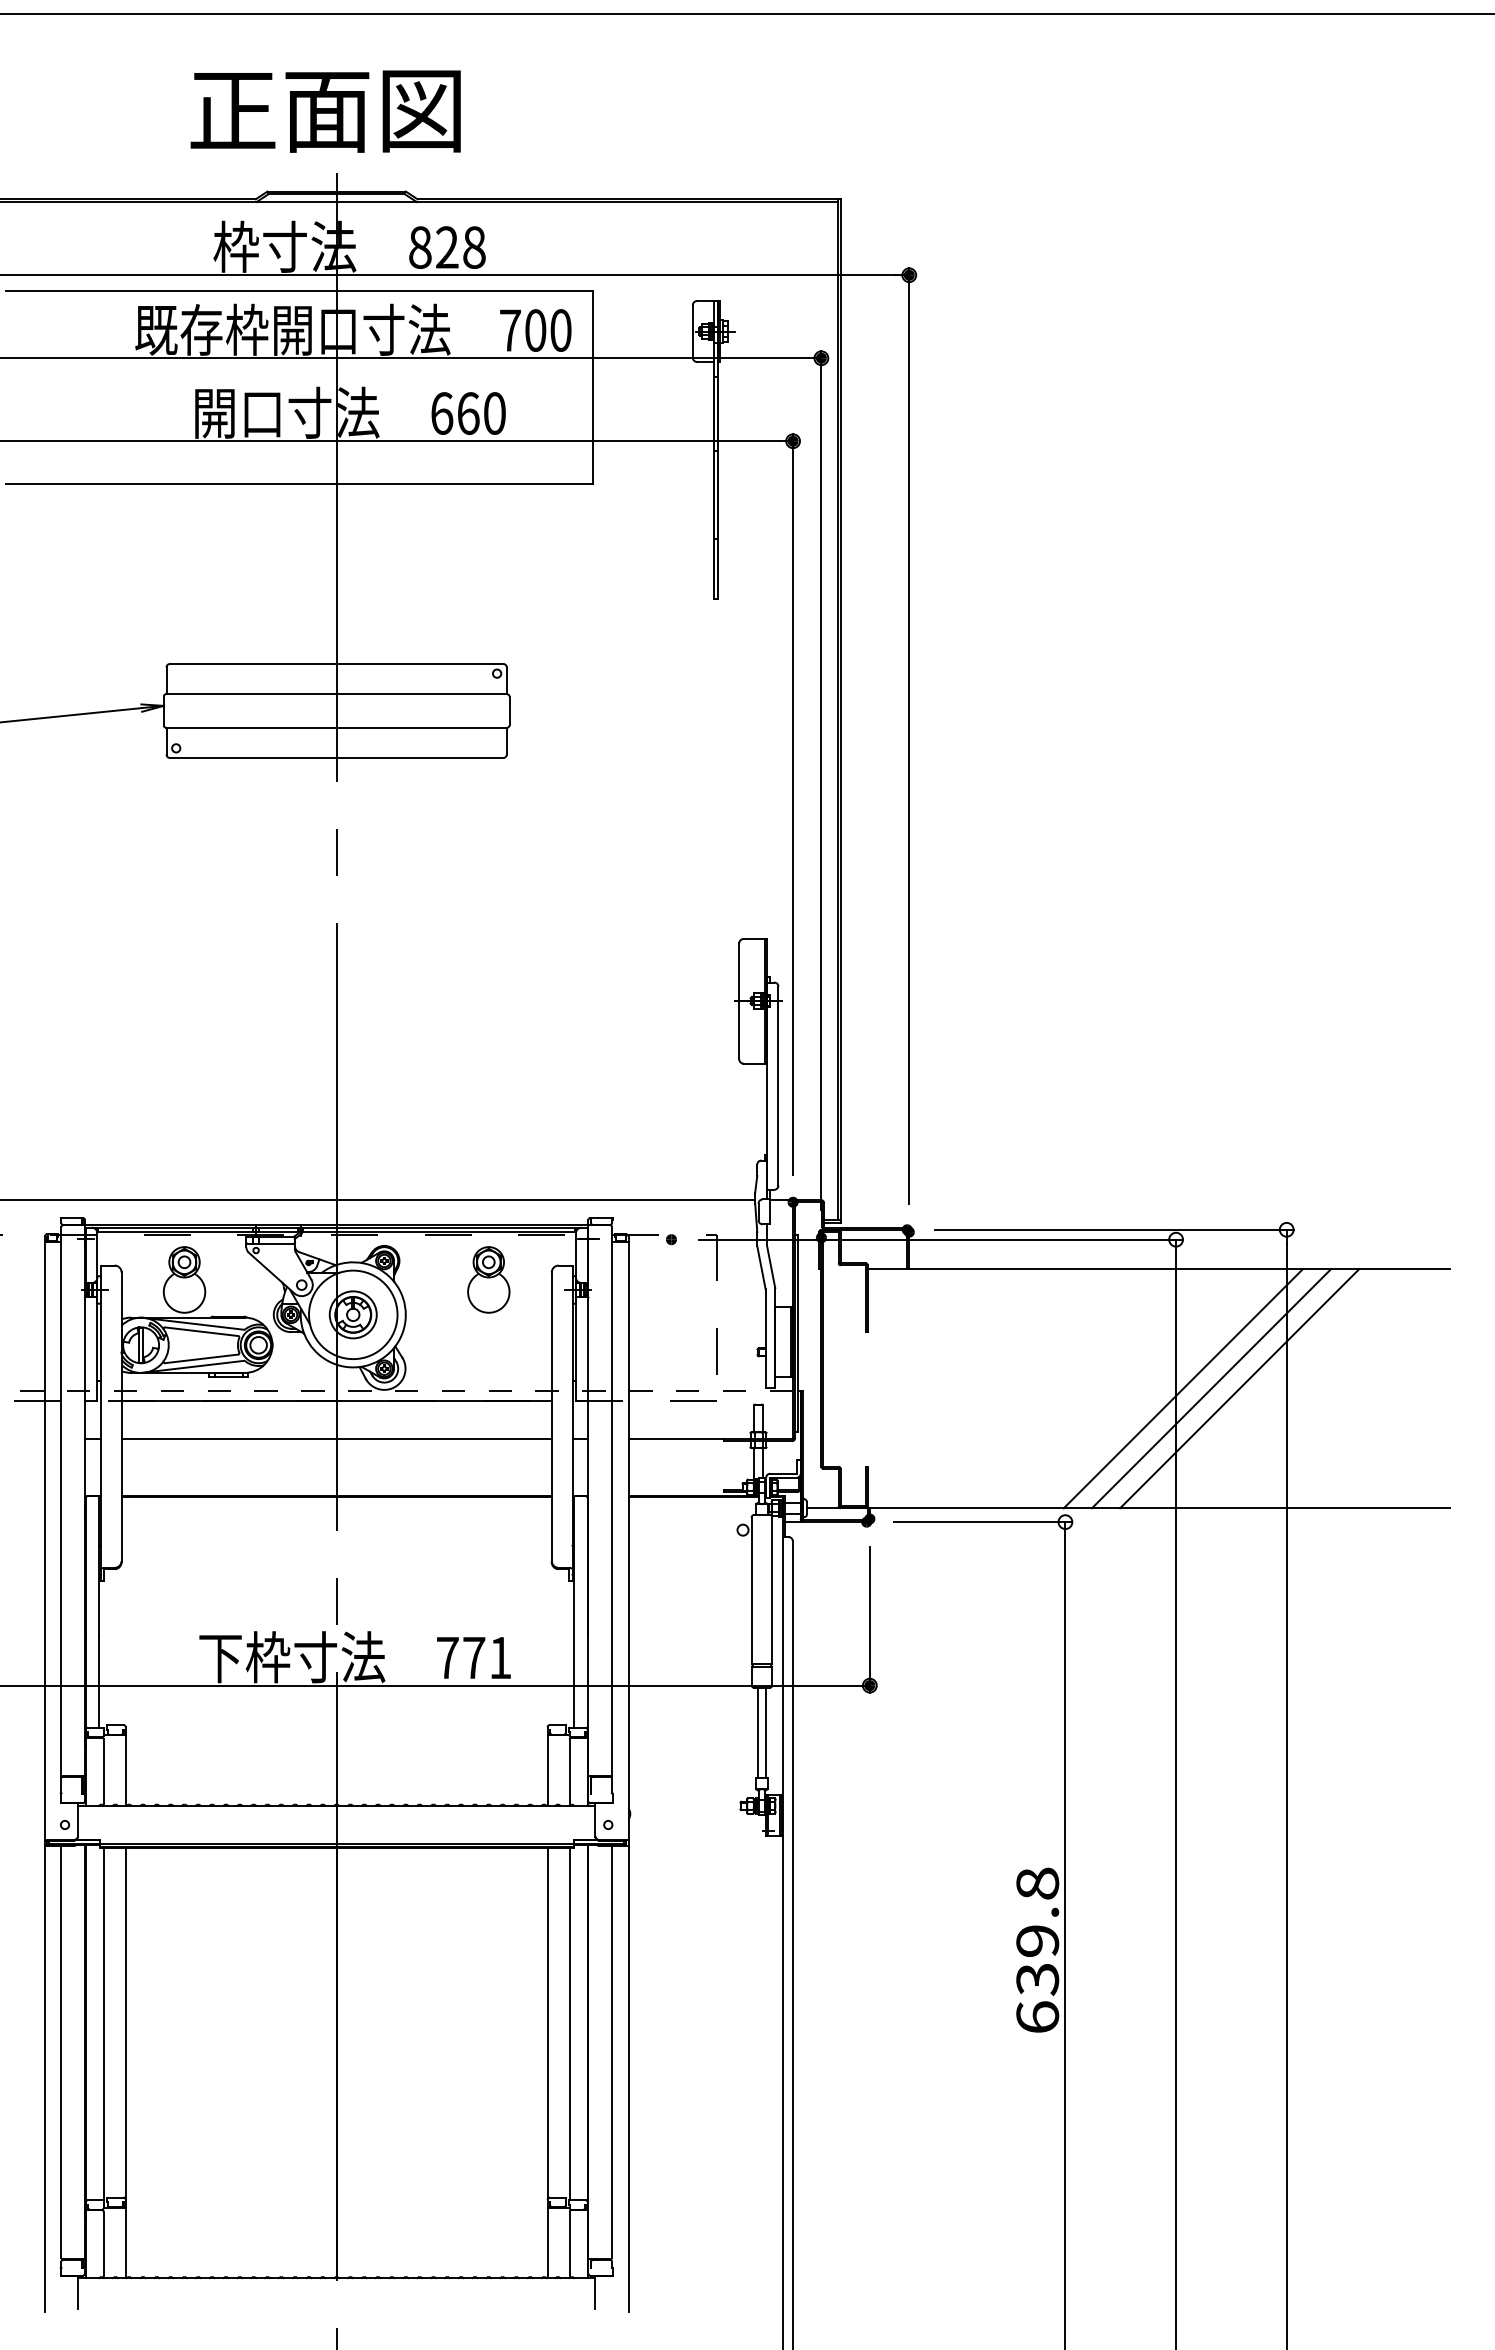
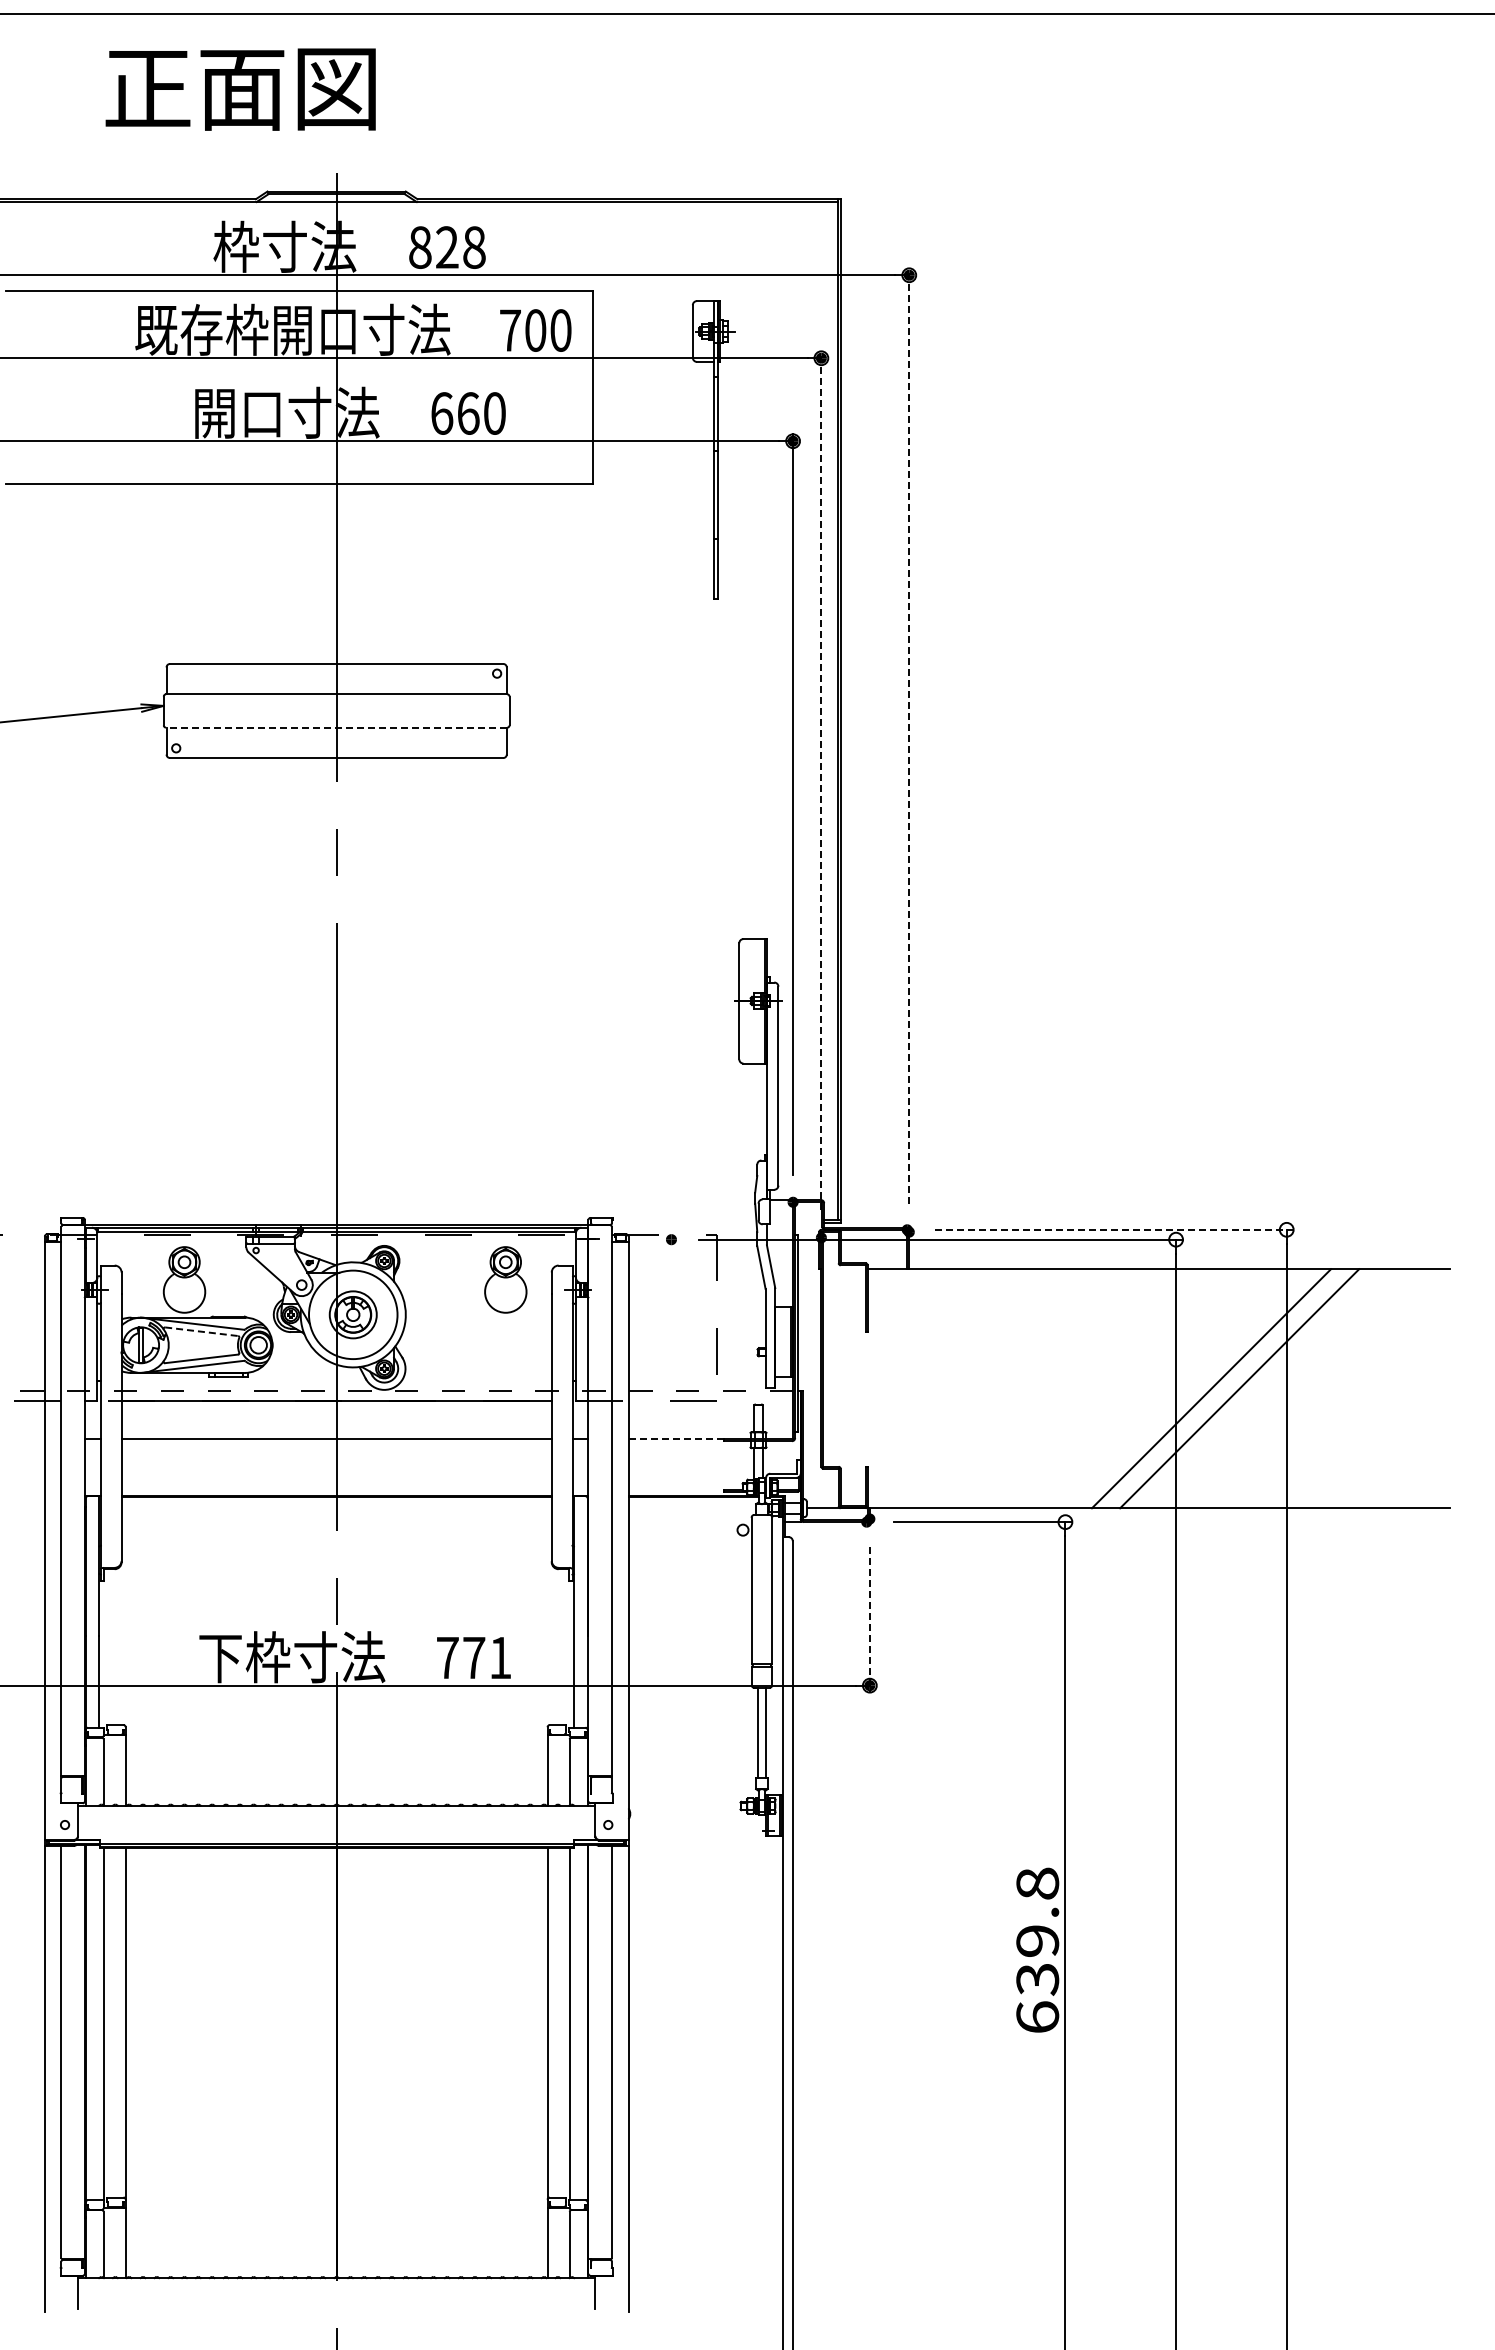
text at (325, 111) position: (325, 111) -> (240, 89)
line at (336, 727): solid -> dashed
line at (909, 735): solid -> dashed
line at (821, 780): solid -> dashed
line at (378, 1200): present -> none
line at (1114, 1229): solid -> dashed
part at (488, 1279) position: (488, 1279) -> (505, 1279)
line at (201, 1331): solid -> dashed
line at (1182, 1388): present -> none
line at (676, 1439): solid -> dashed
line at (869, 1619): solid -> dashed
